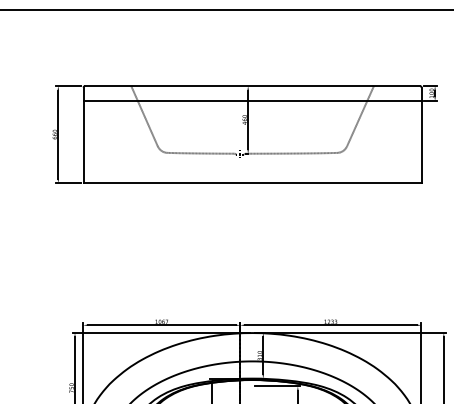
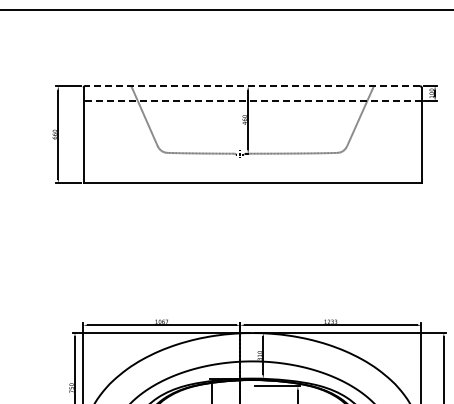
line at (252, 86): solid -> dashed
line at (252, 100): solid -> dashed
